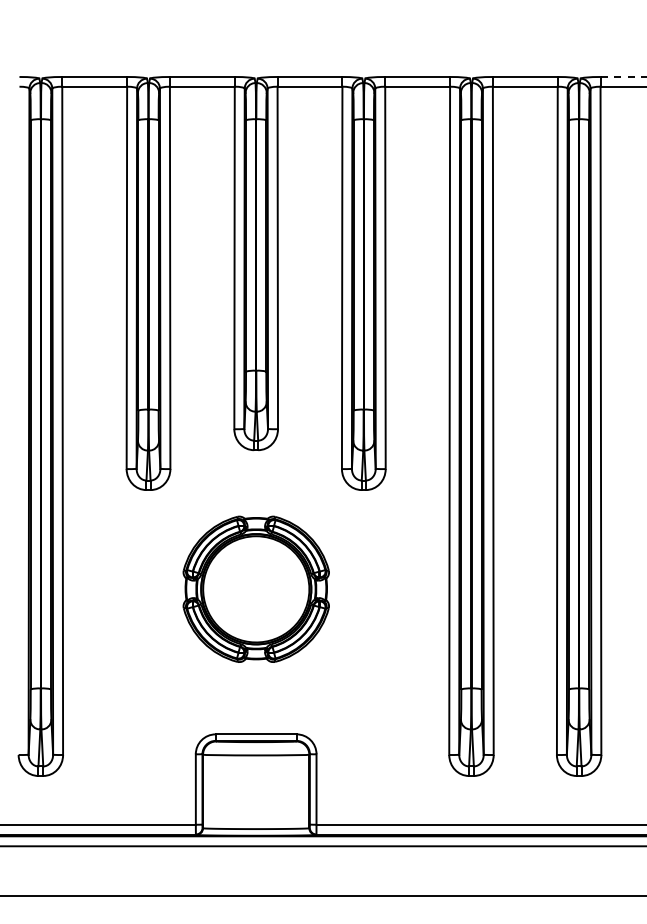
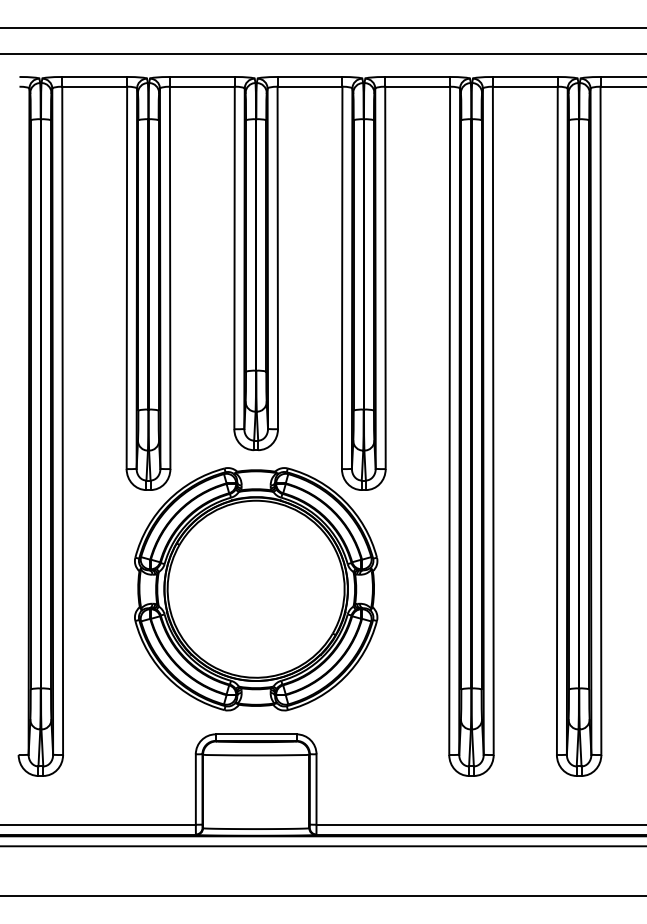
line at (322, 27): none -> present
line at (322, 54): none -> present
line at (623, 76): dashed -> solid
part at (255, 588) size: 148x148 px -> 245x245 px
